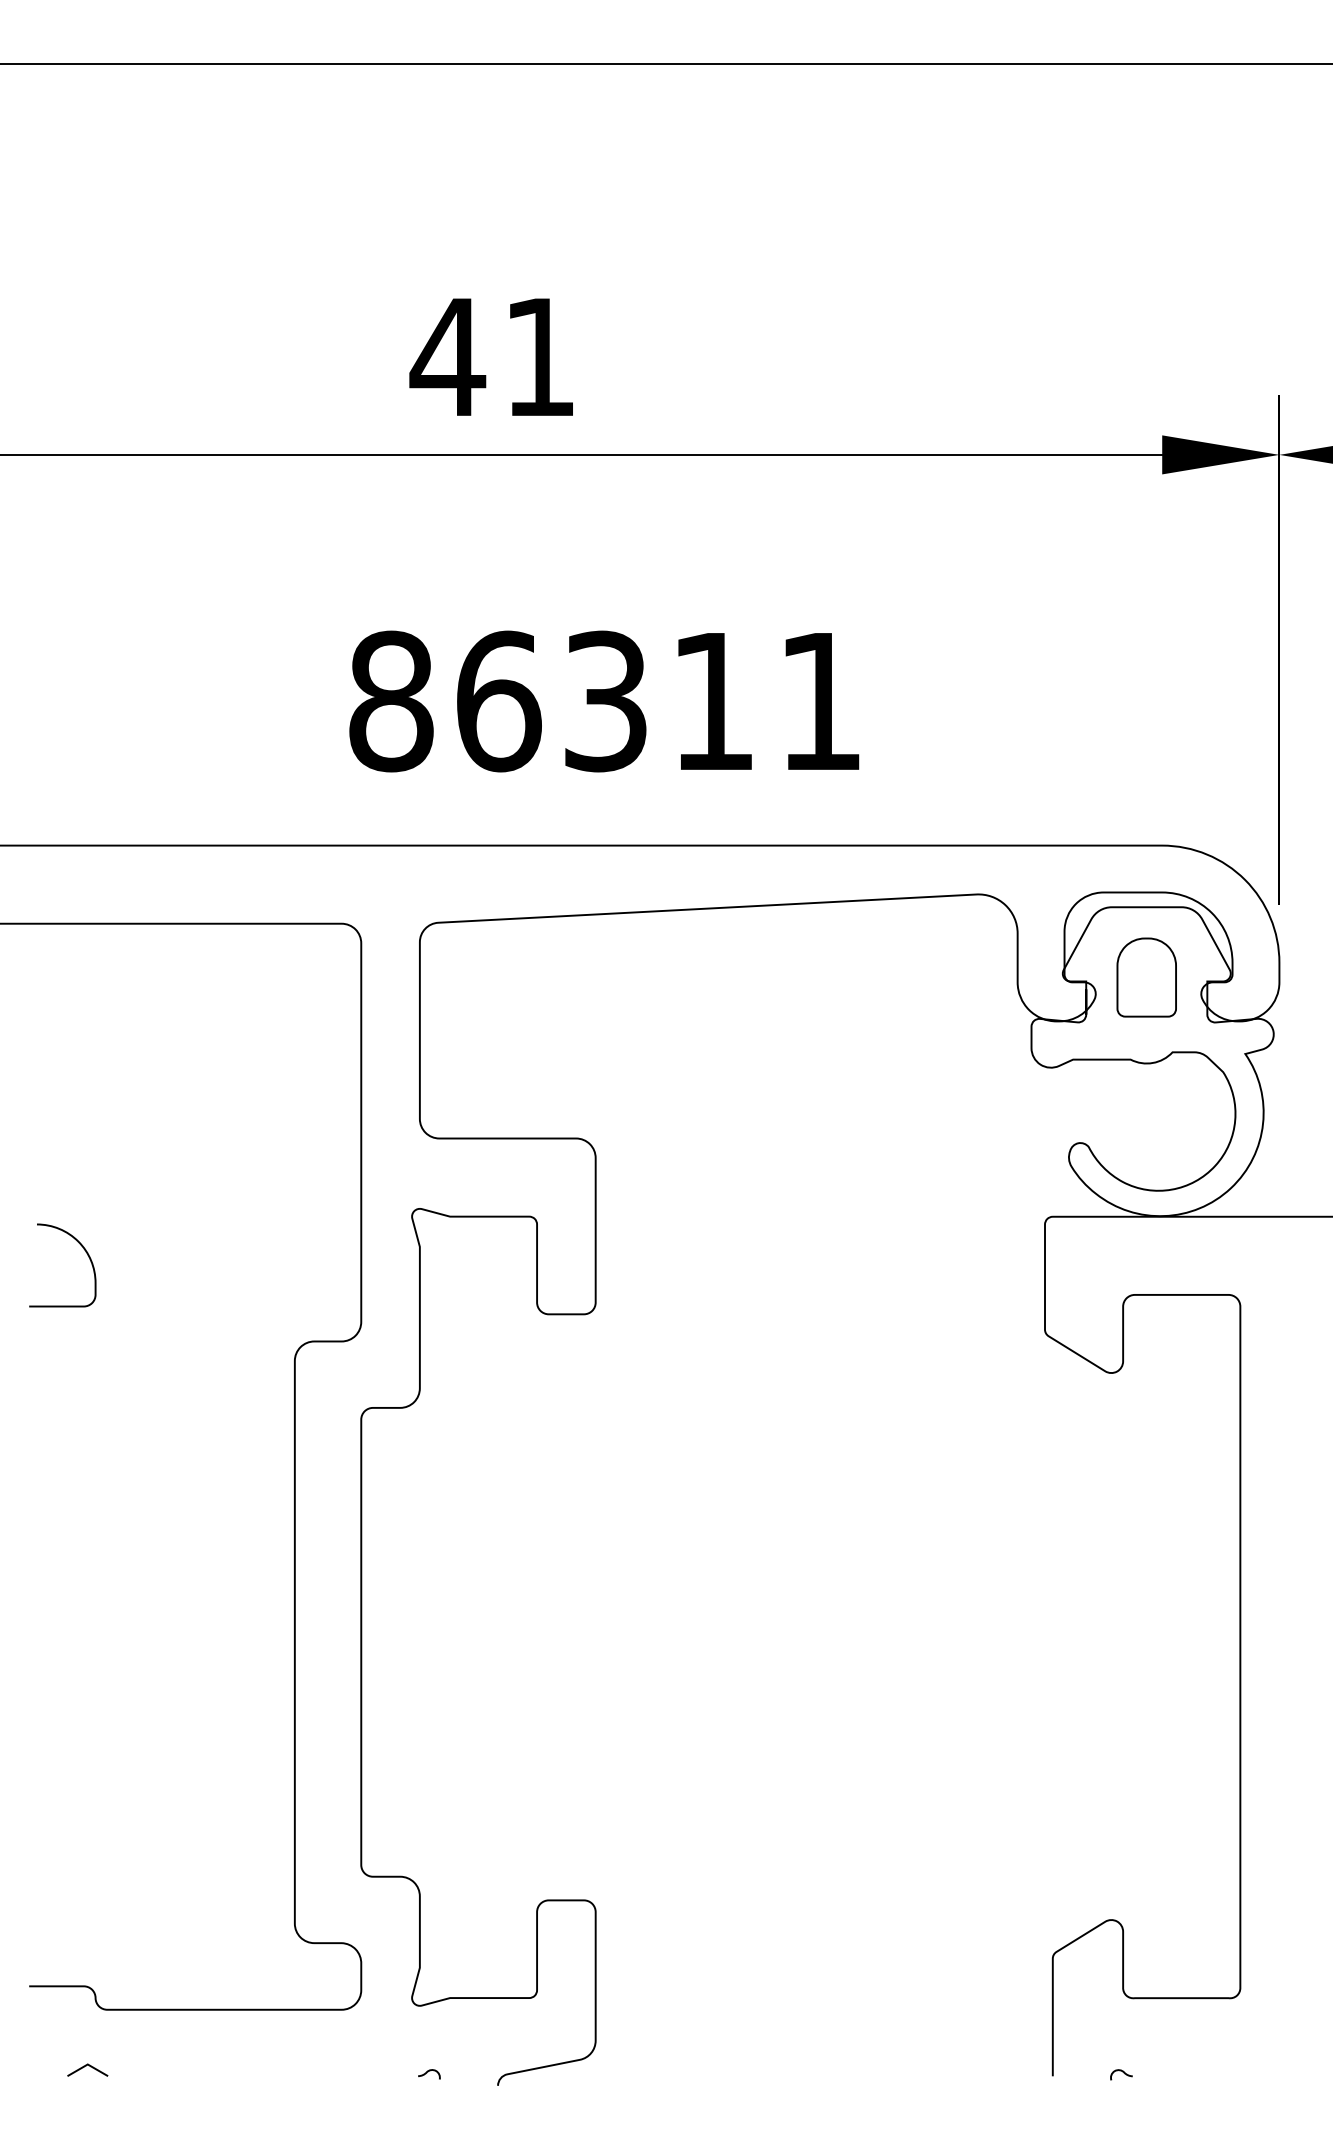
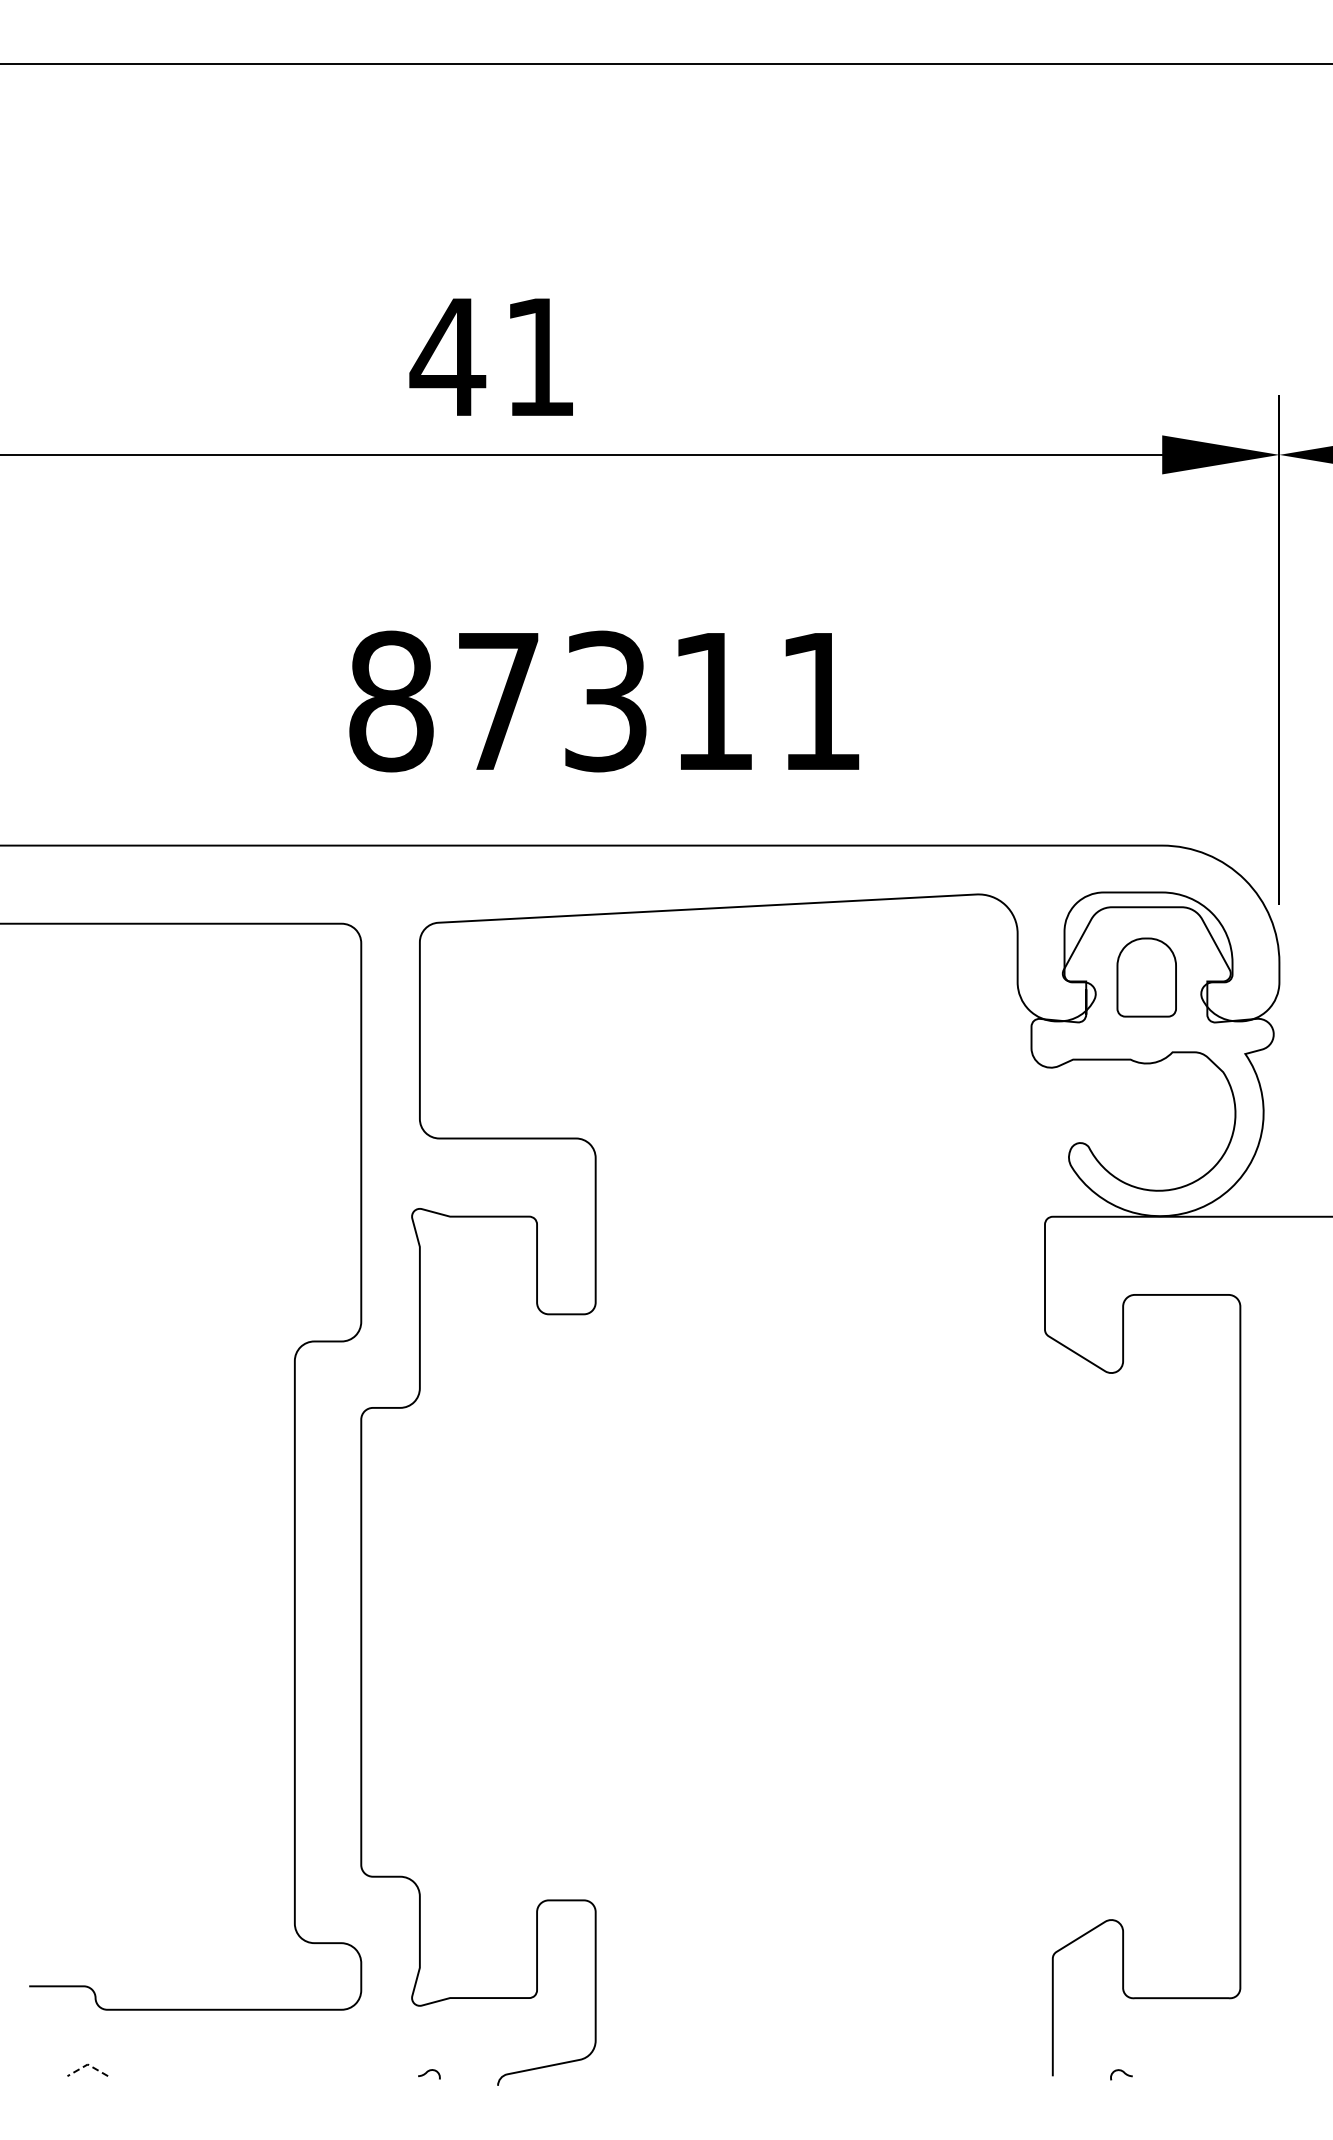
text at (499, 701): 86311 -> 87311
curve at (83, 1249): present -> none
line at (87, 2064): solid -> dashed
